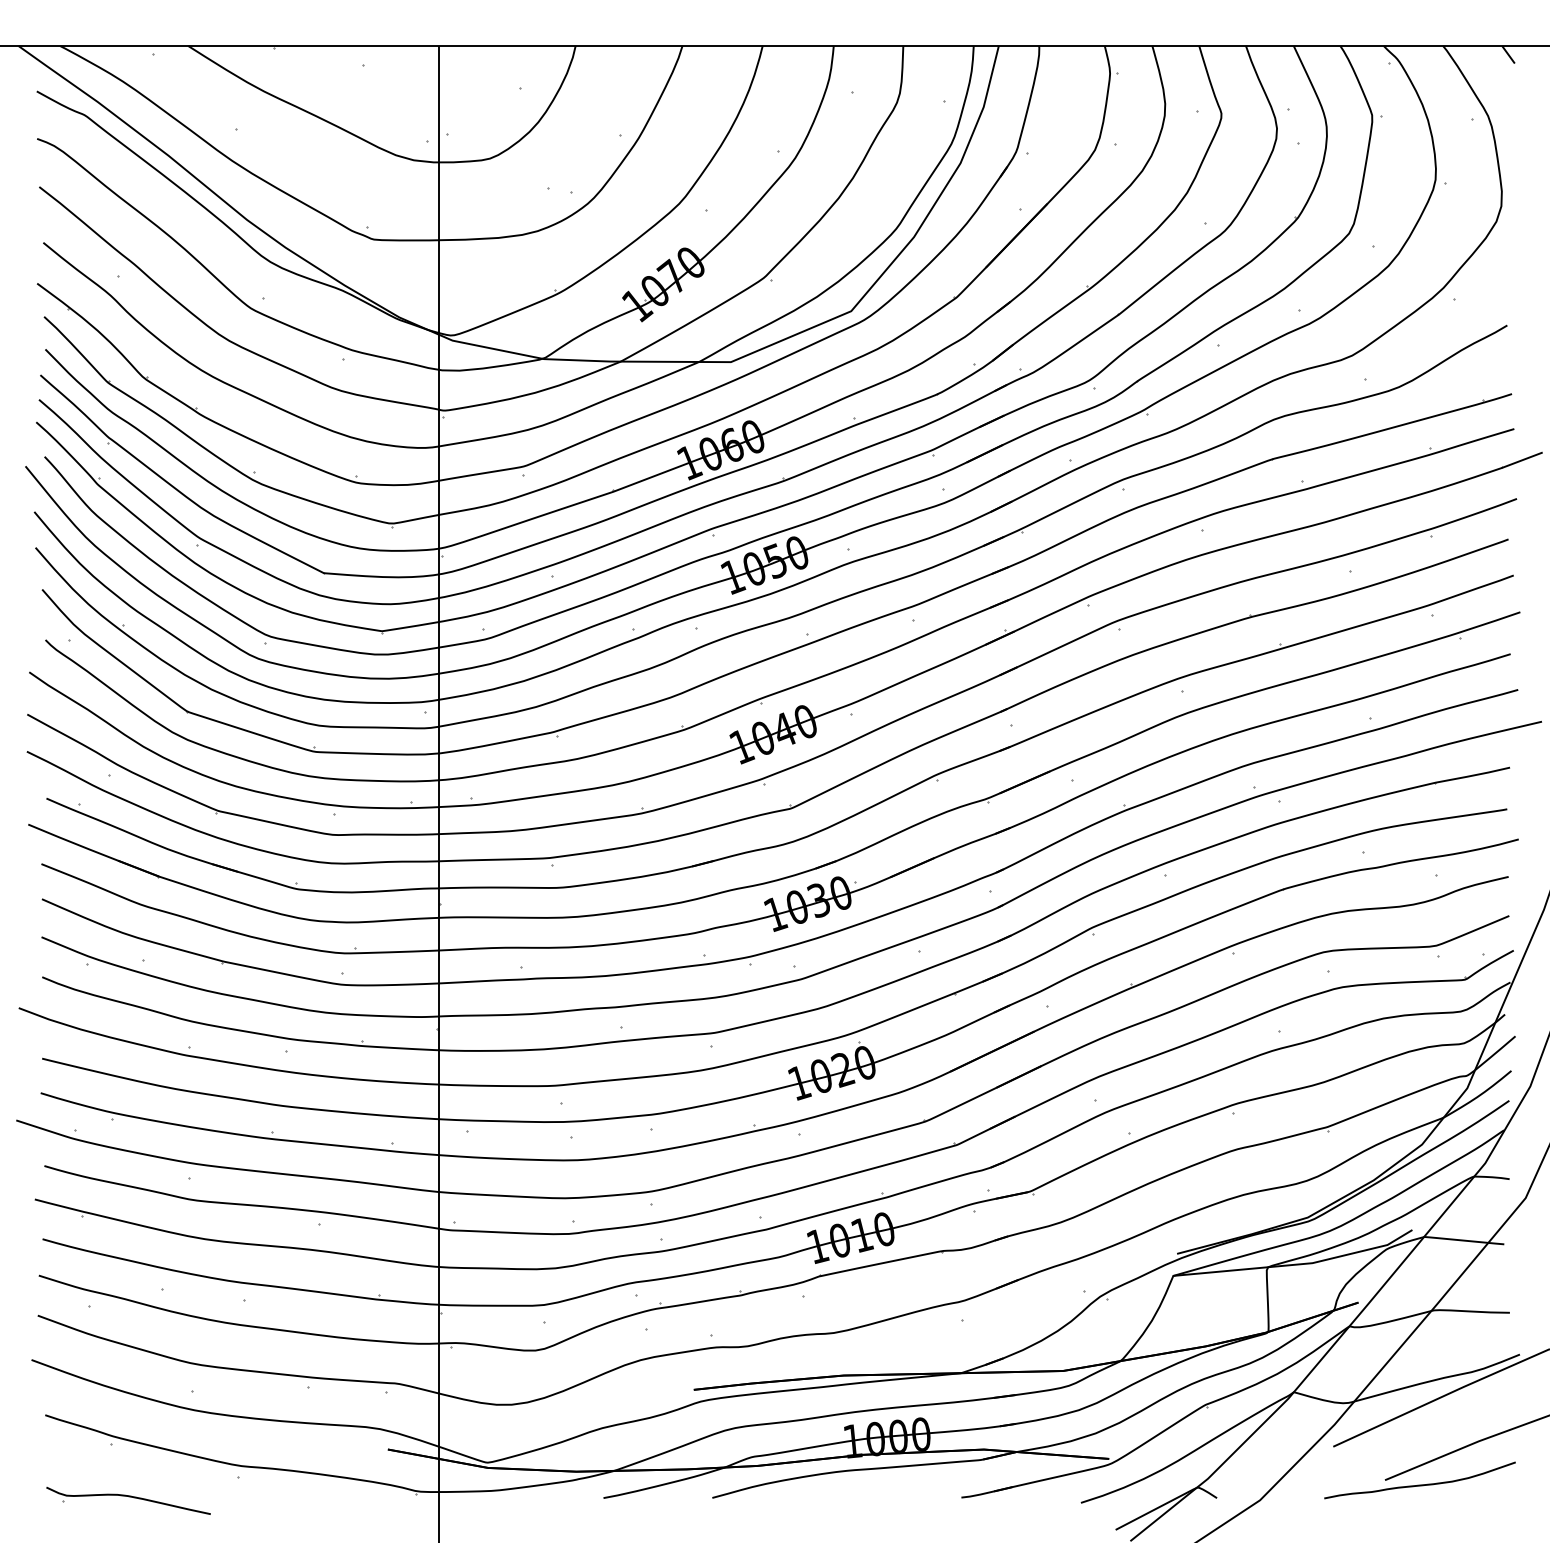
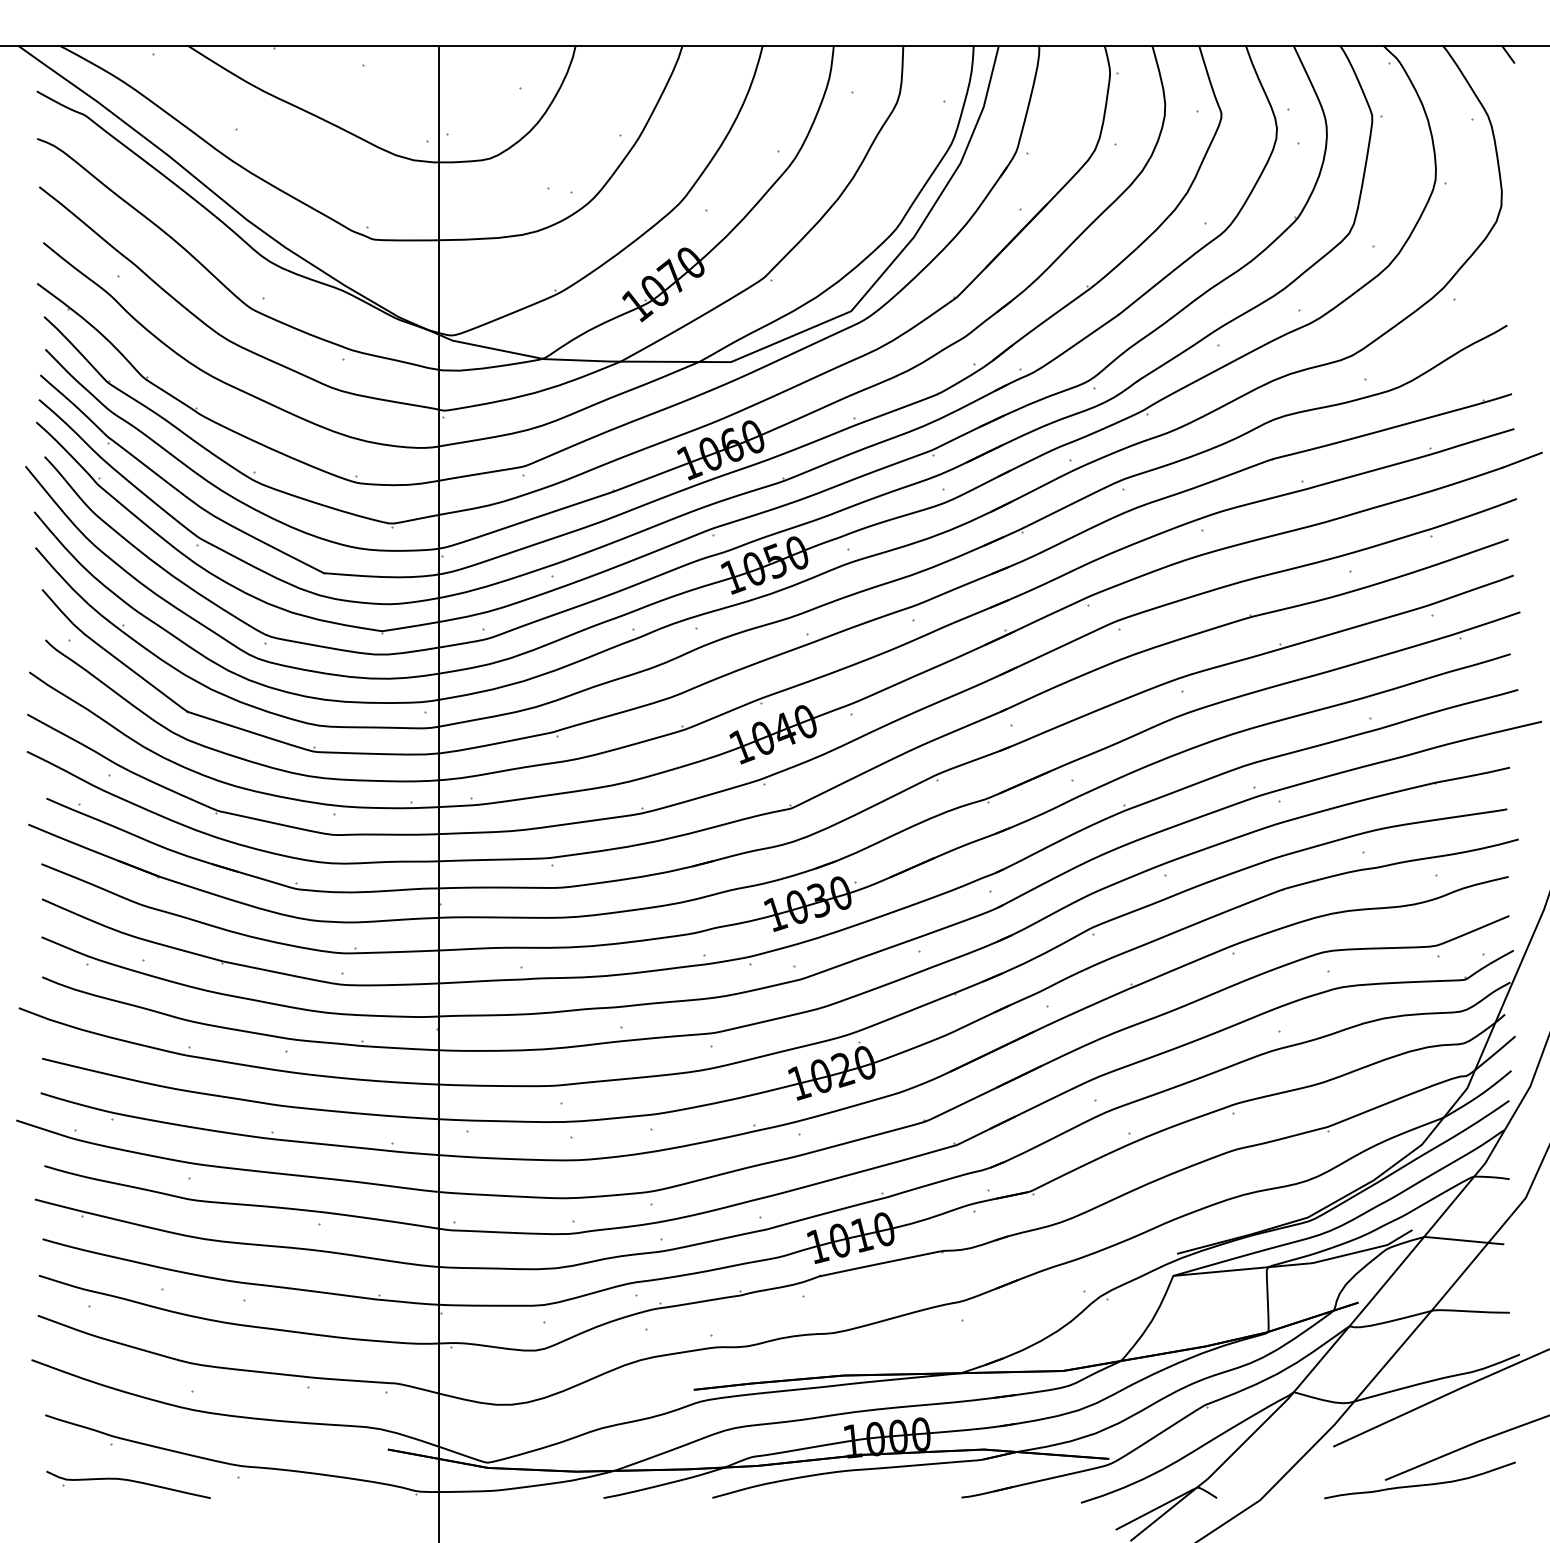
part at (128, 1500) position: (128, 1500) -> (128, 1484)
